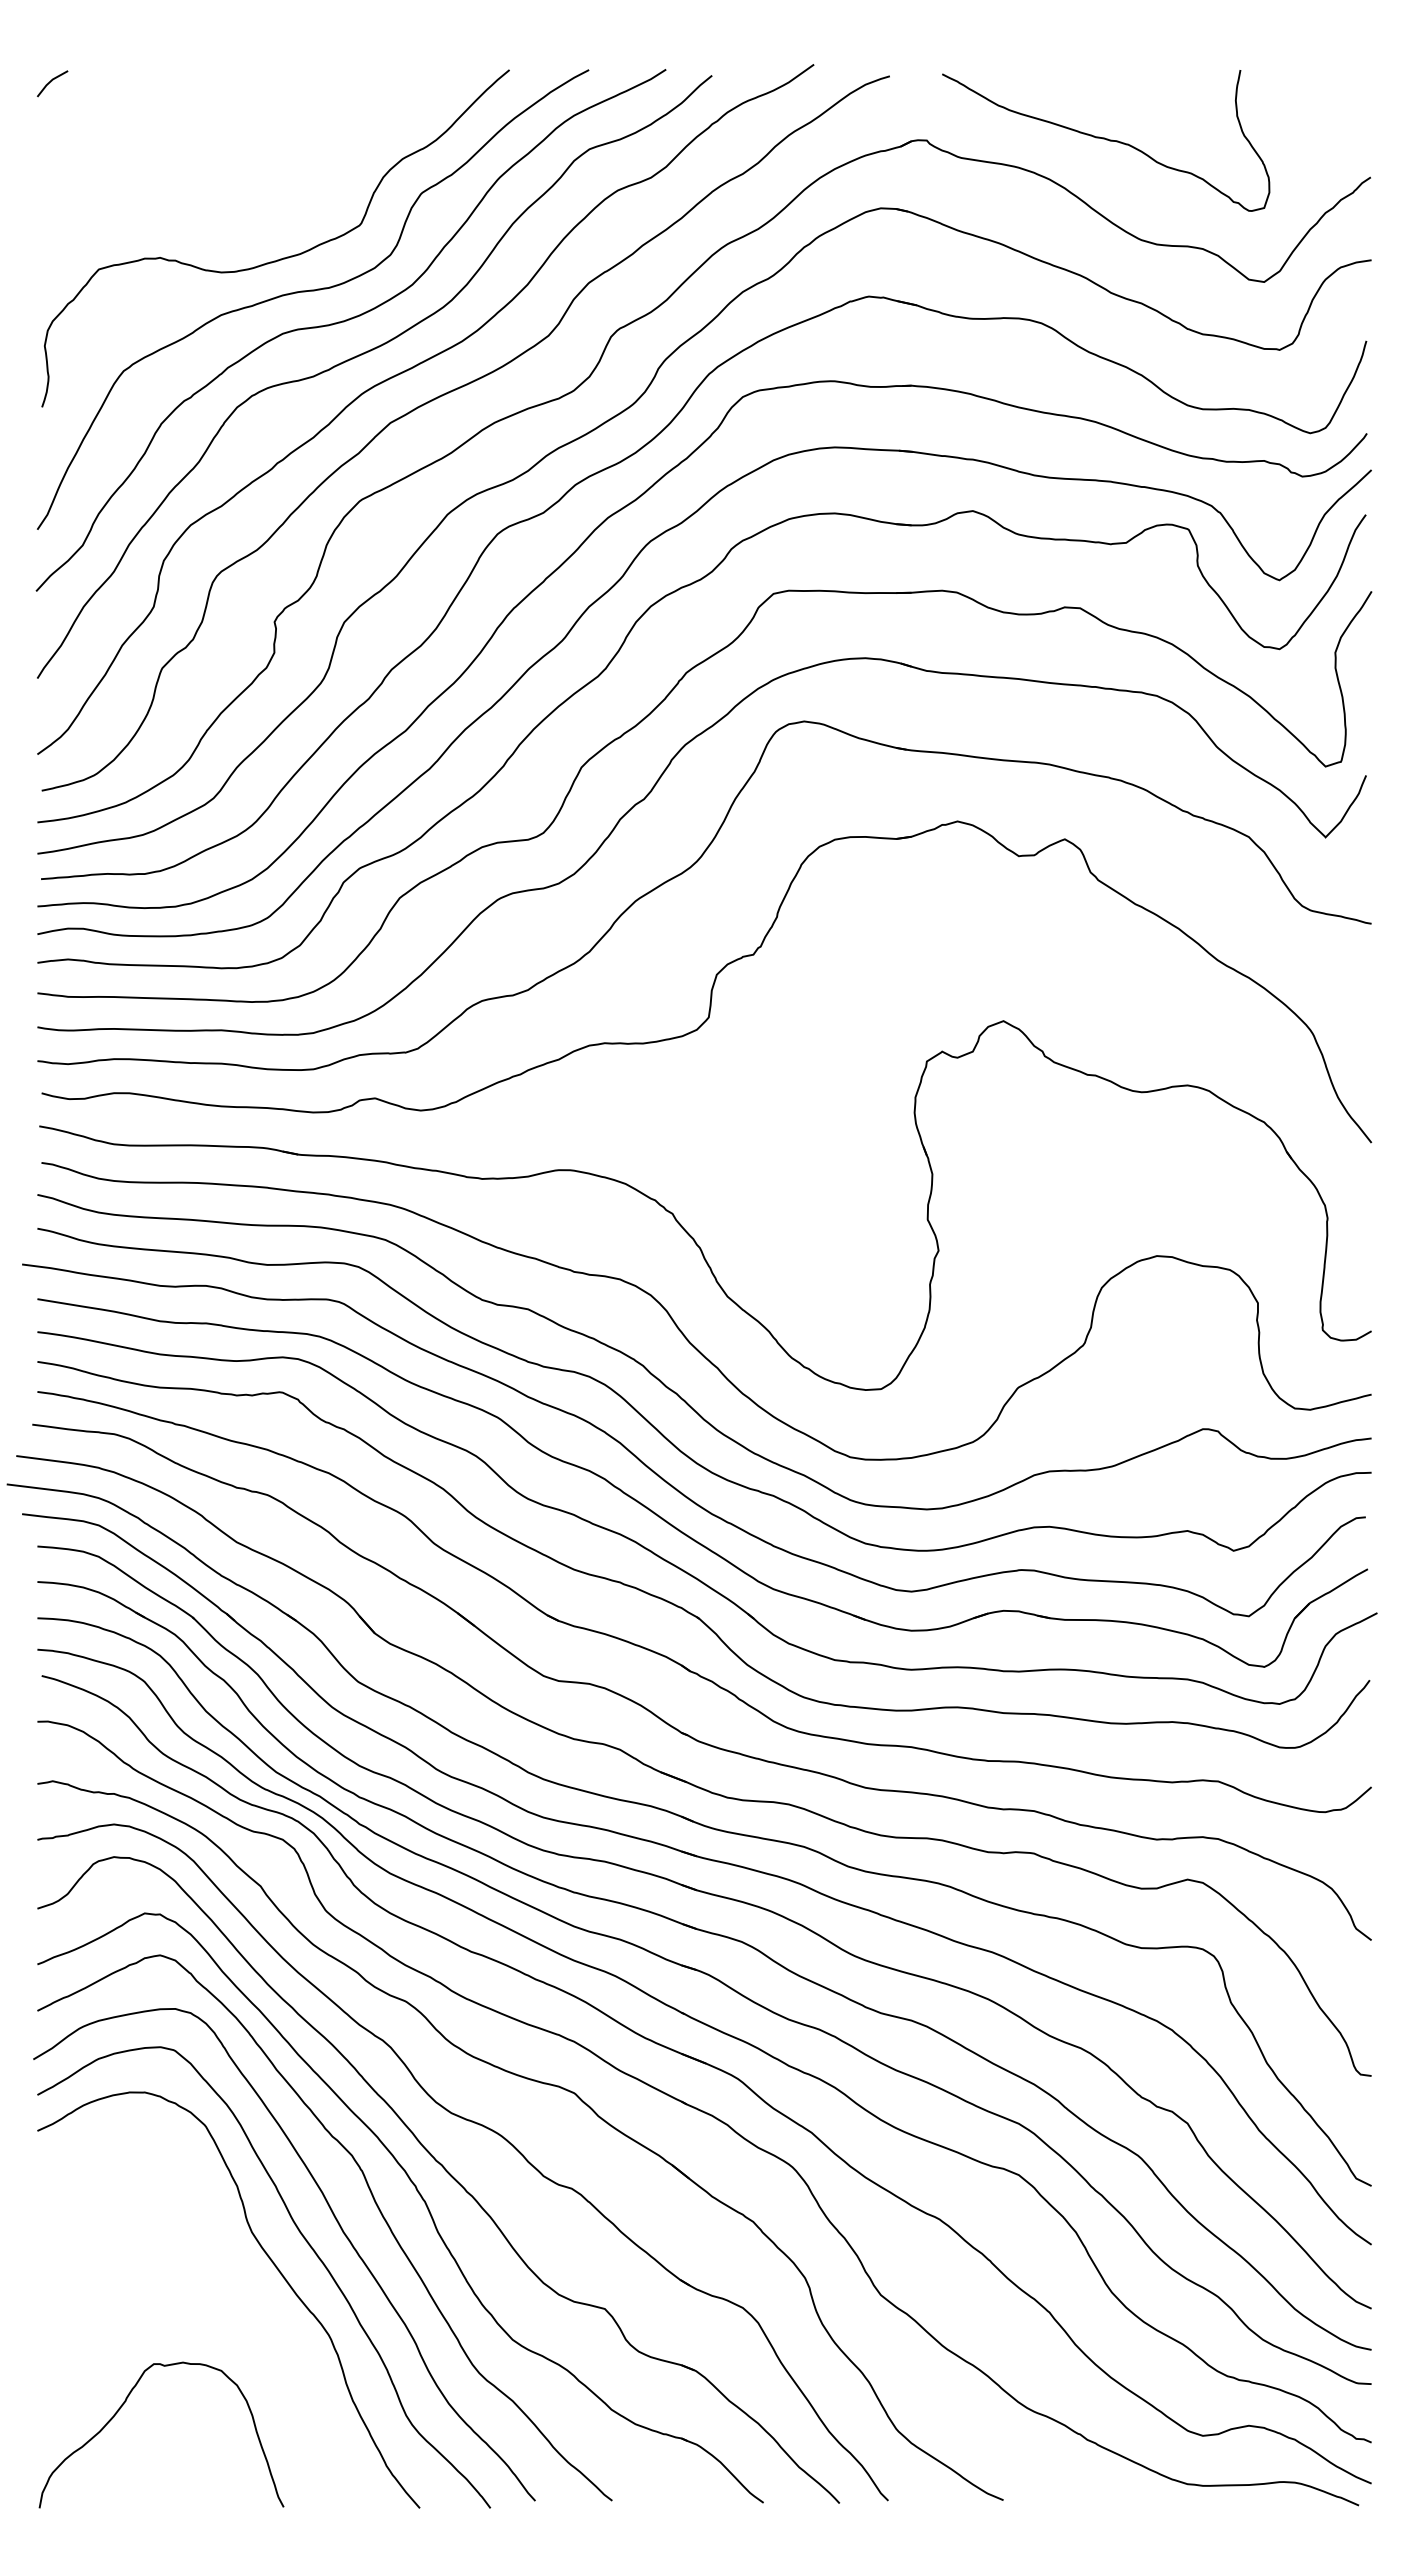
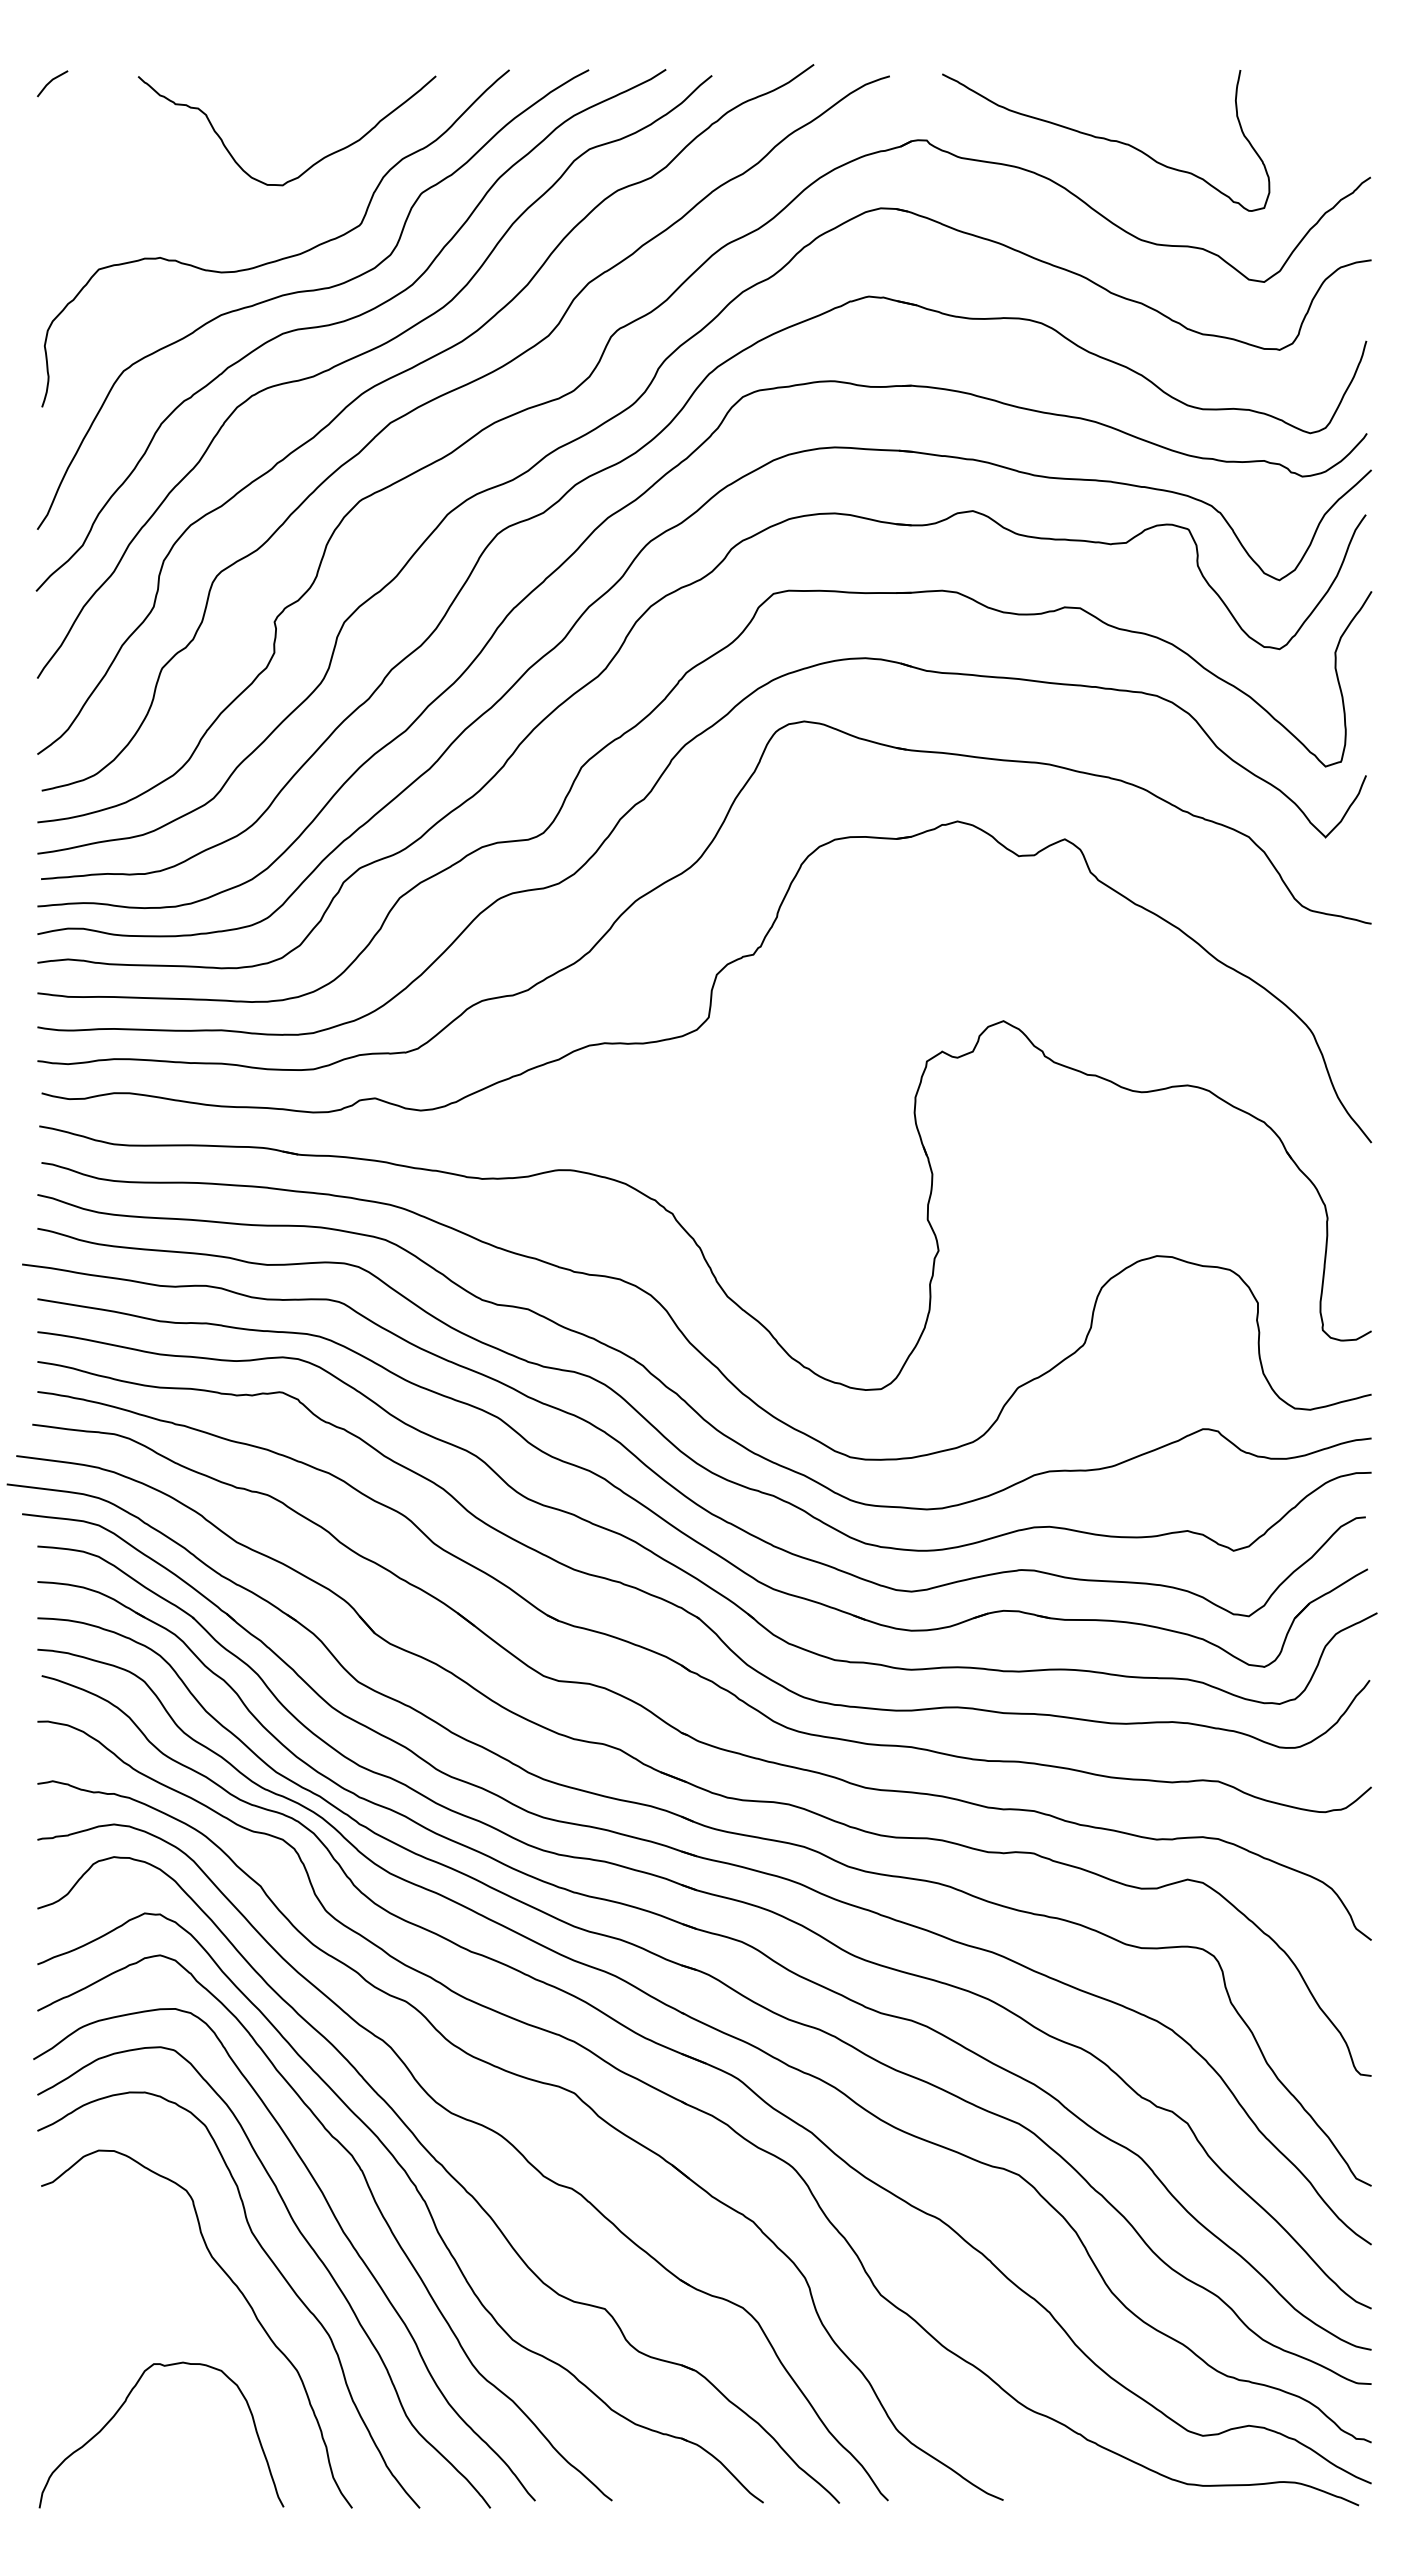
curve at (312, 164): none -> present
curve at (243, 2297): none -> present
